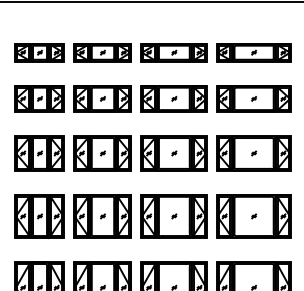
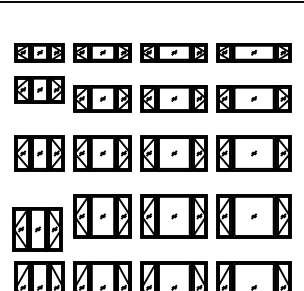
part at (39, 98) position: (39, 98) -> (39, 89)
part at (39, 216) position: (39, 216) -> (37, 229)
